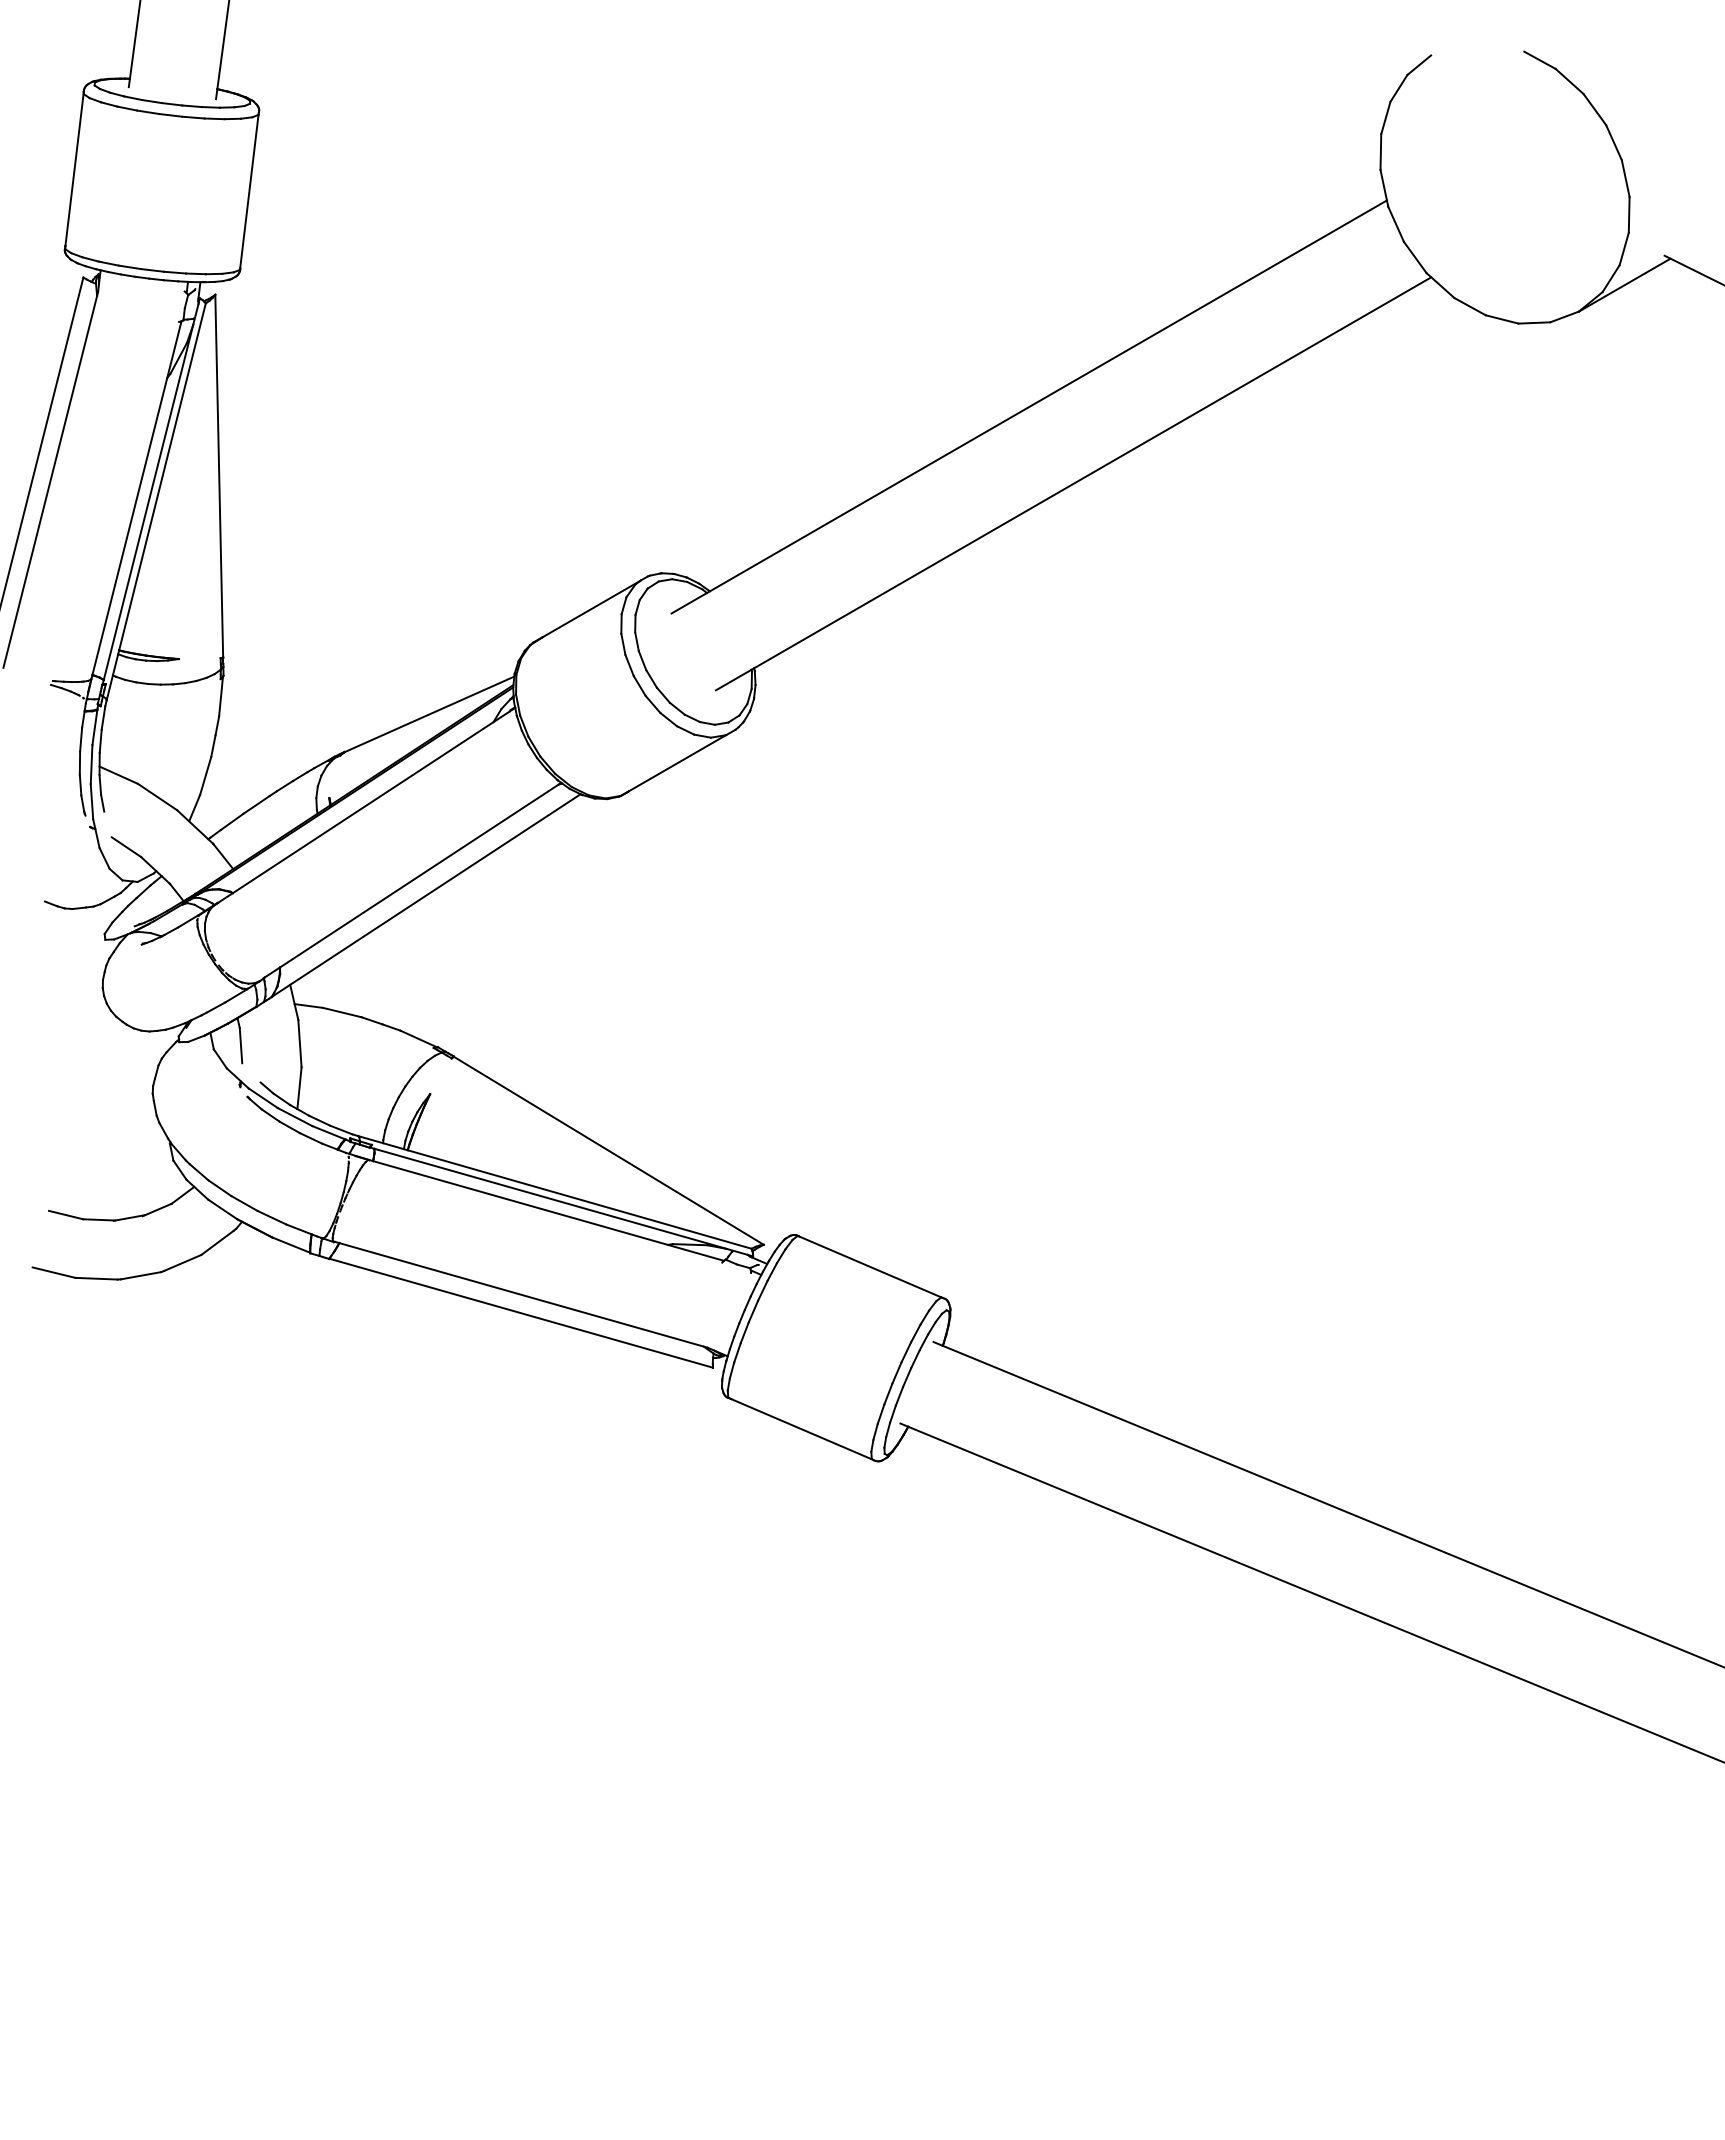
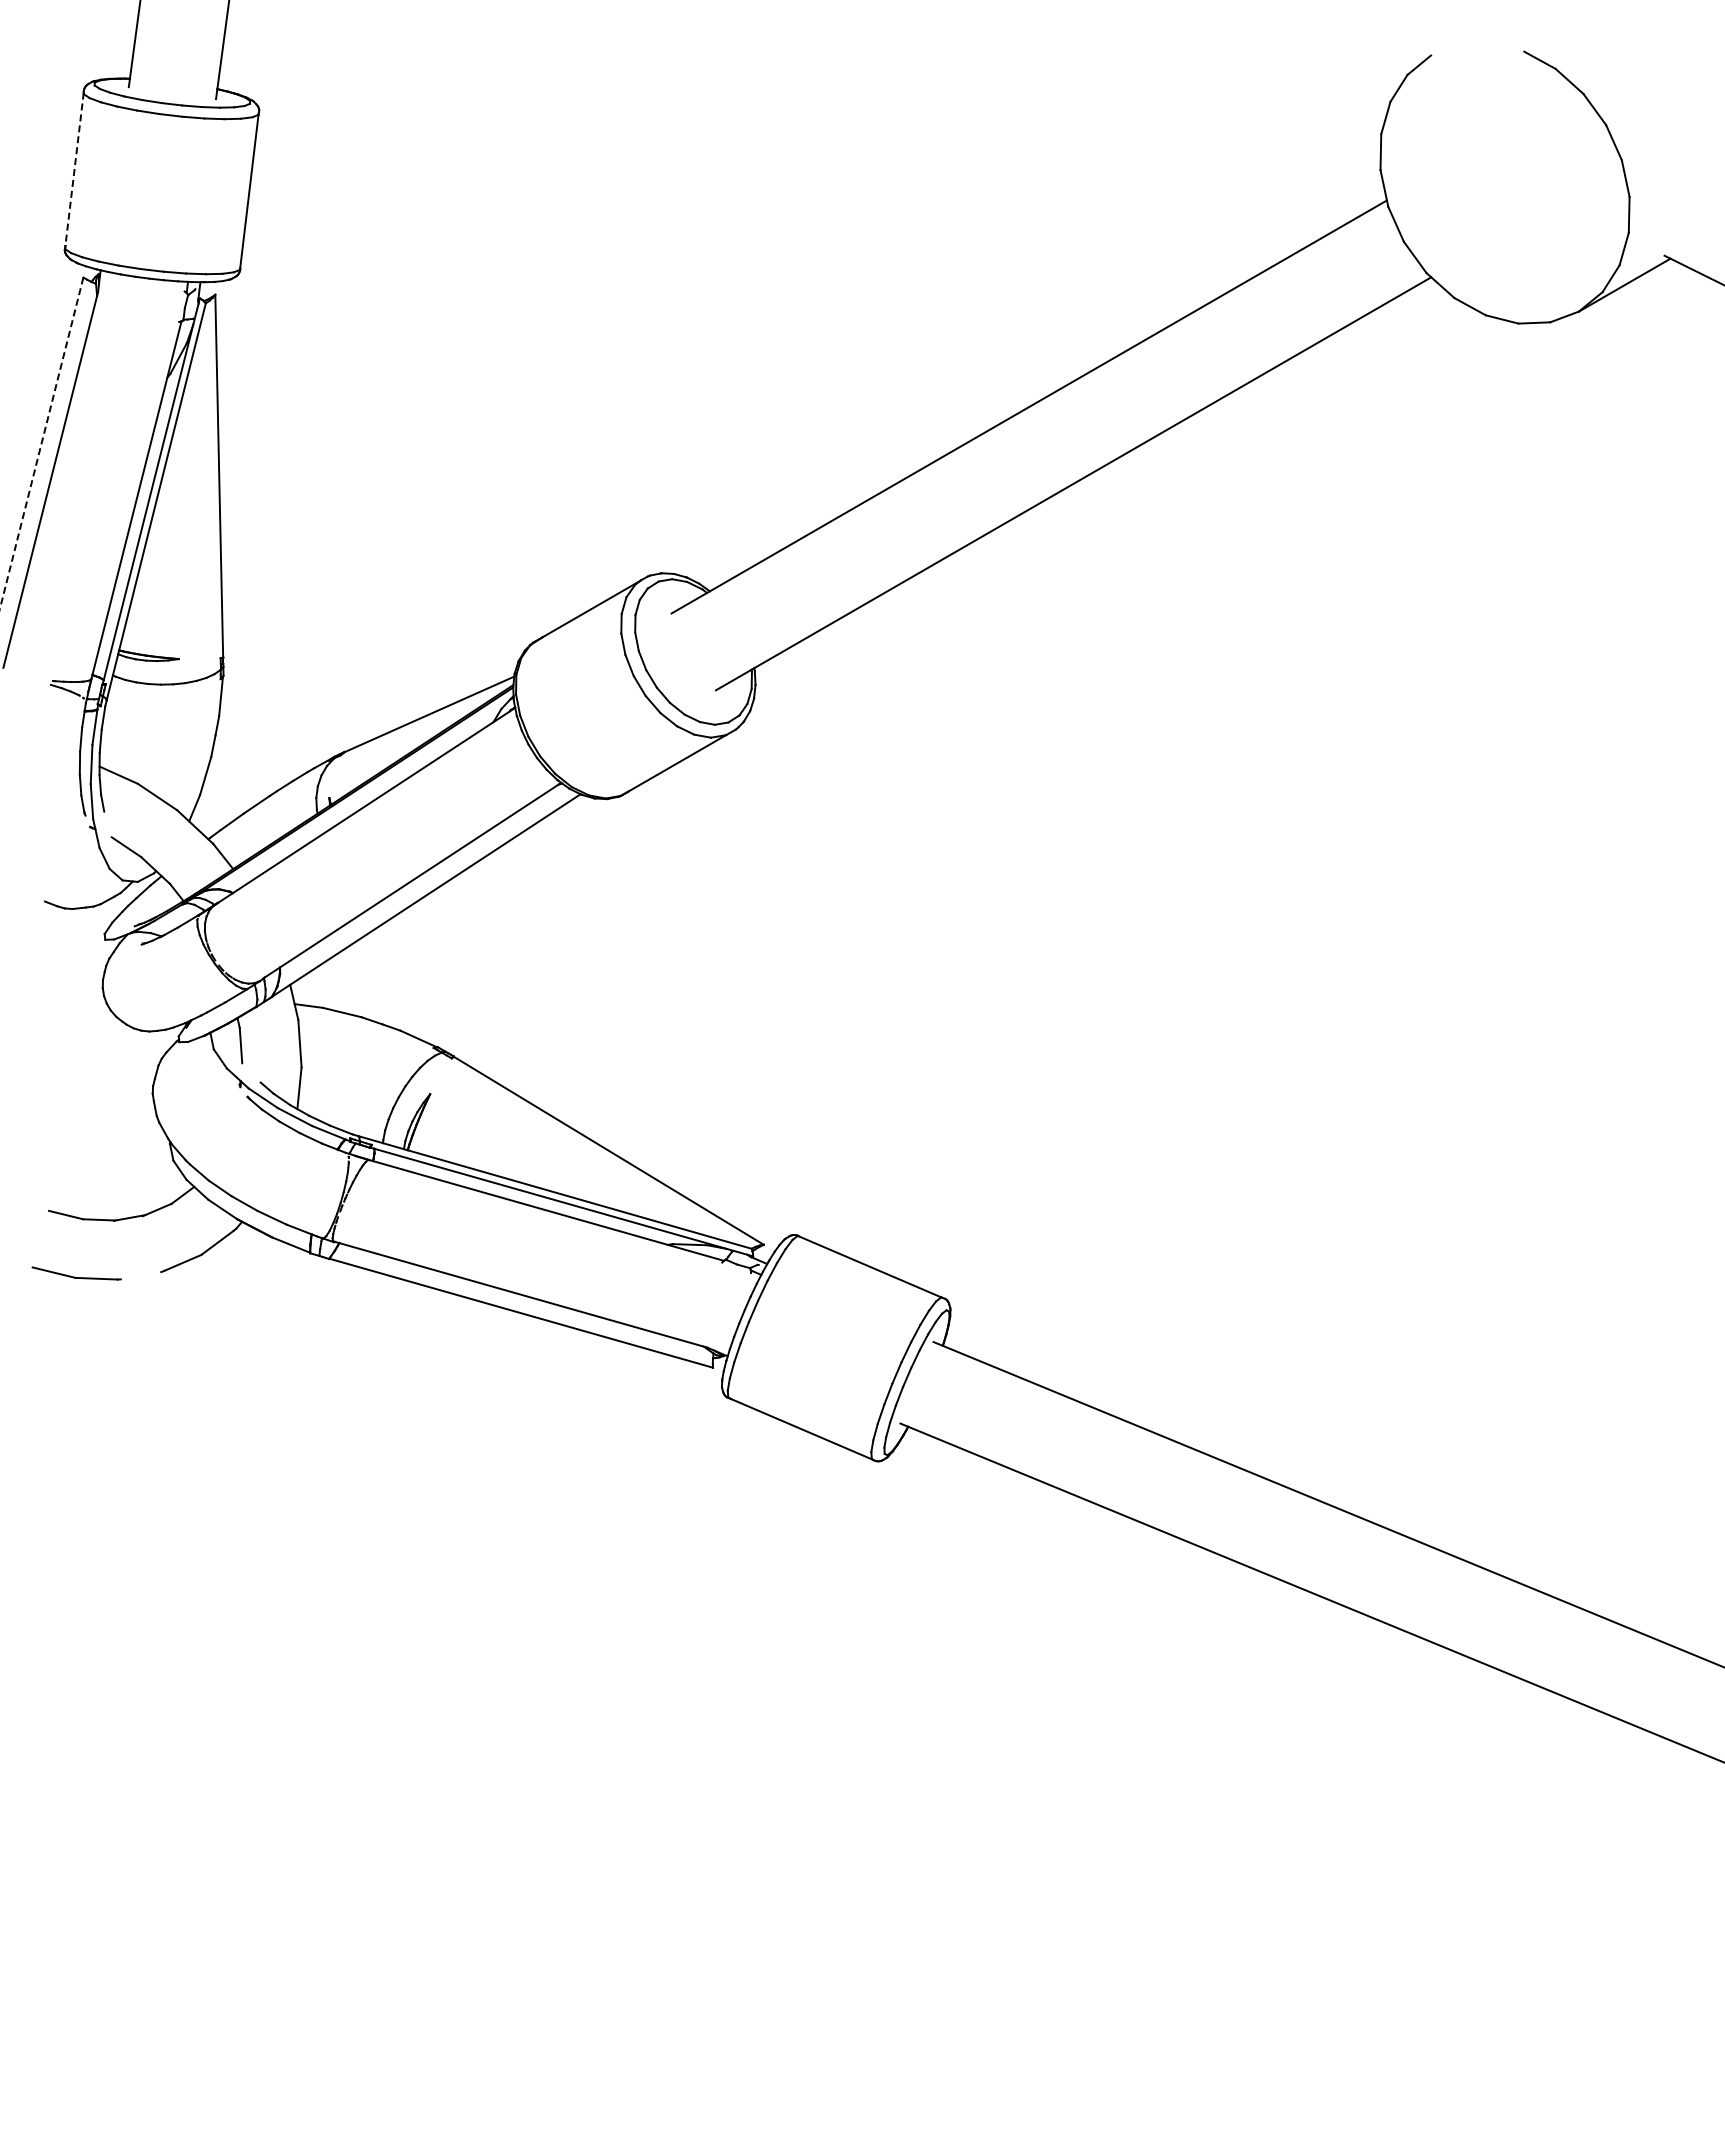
line at (74, 169): solid -> dashed
line at (41, 443): solid -> dashed
line at (140, 1275): present -> none
